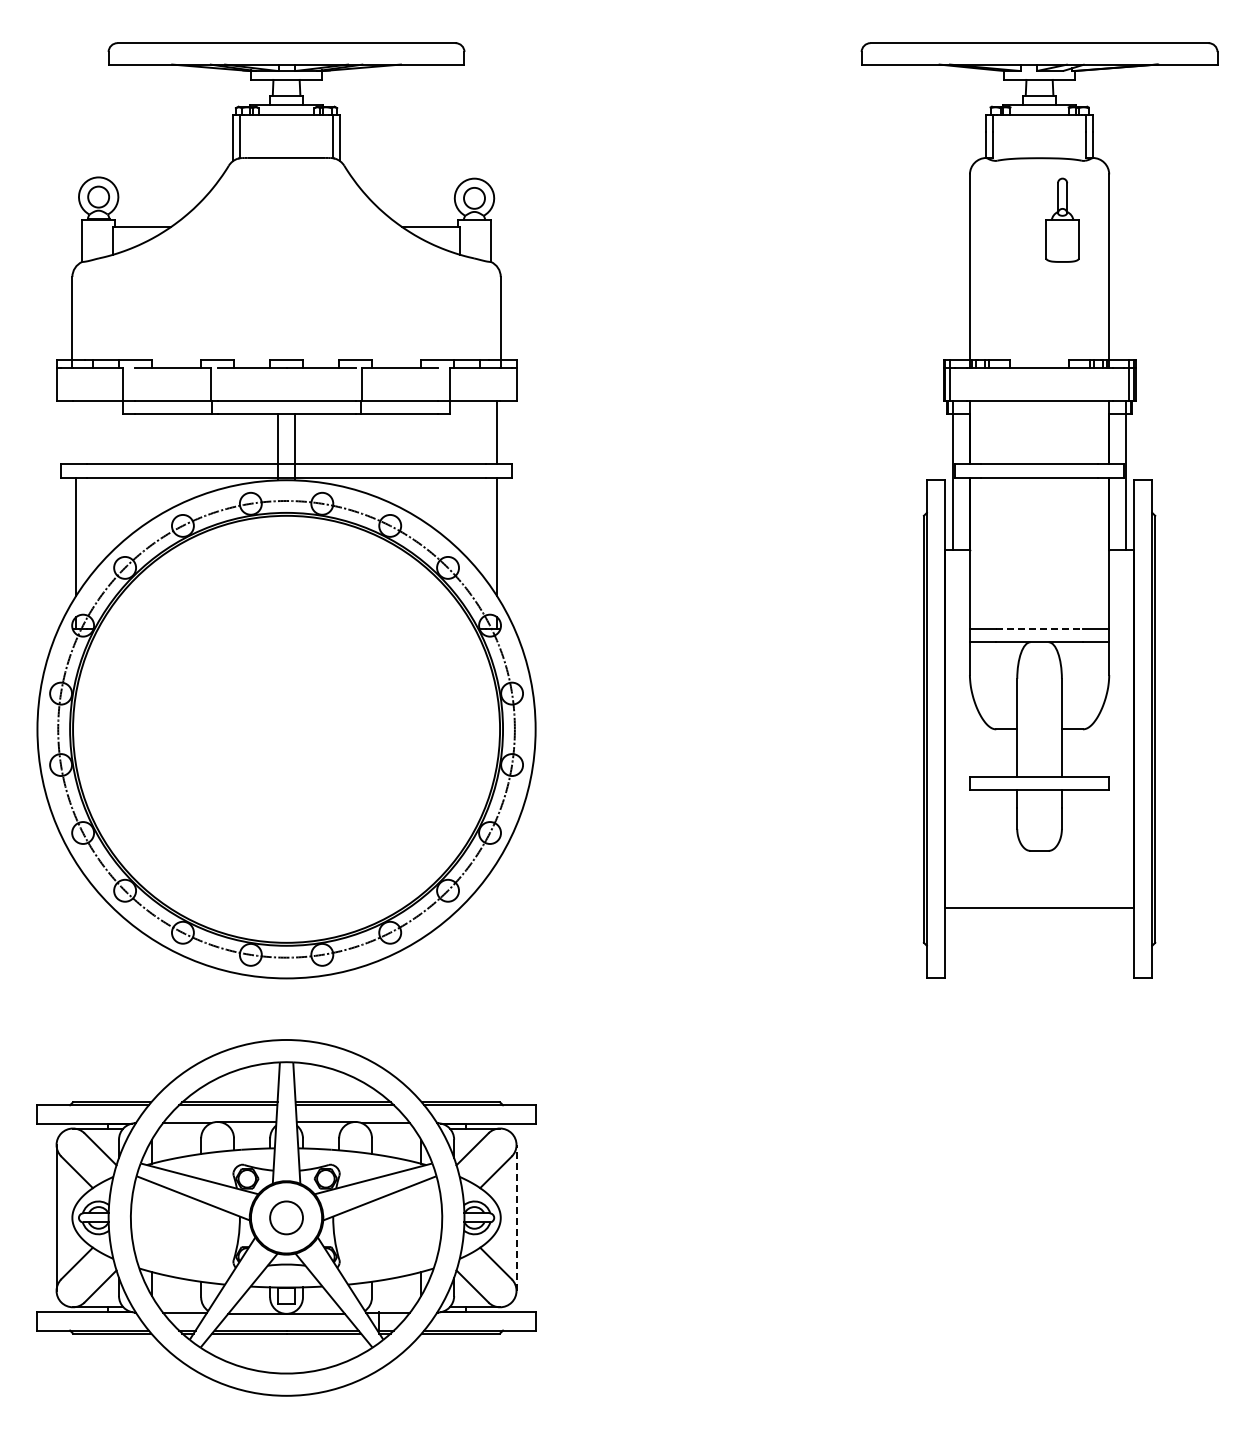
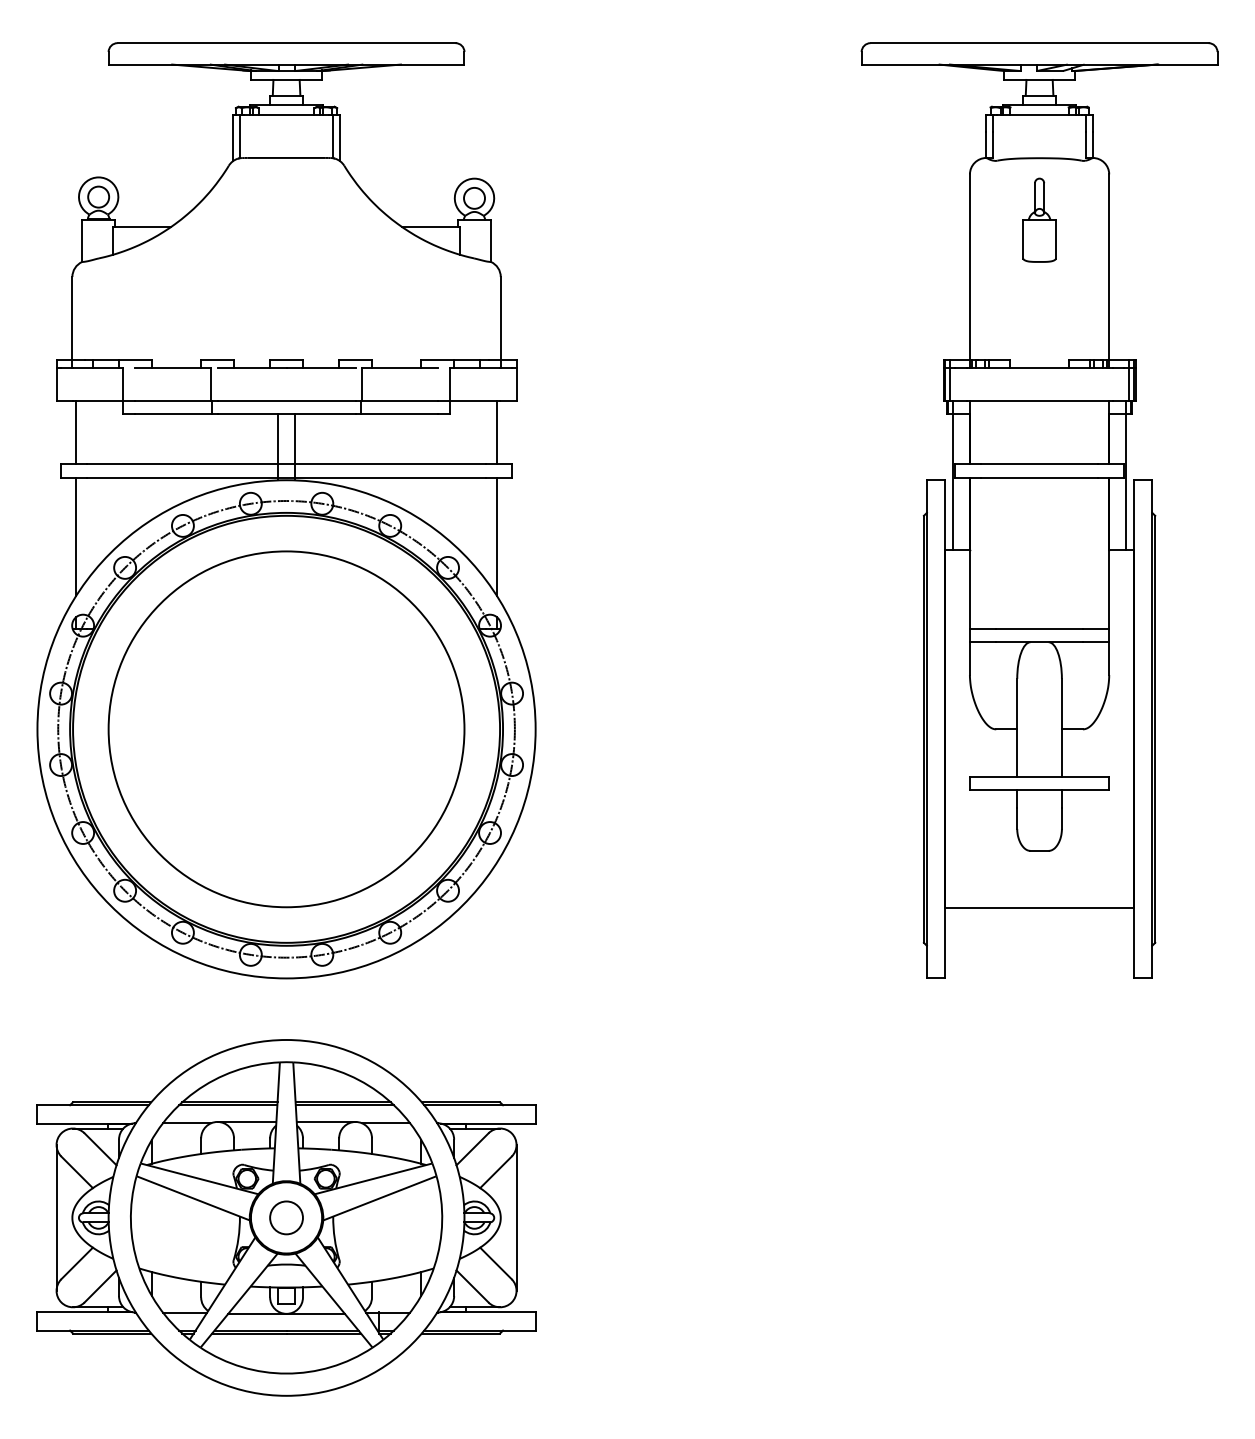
part at (1062, 219) position: (1062, 219) -> (1039, 219)
line at (76, 432): none -> present
line at (1040, 629): dashed -> solid
circle at (286, 729): none -> present
line at (516, 1217): dashed -> solid
